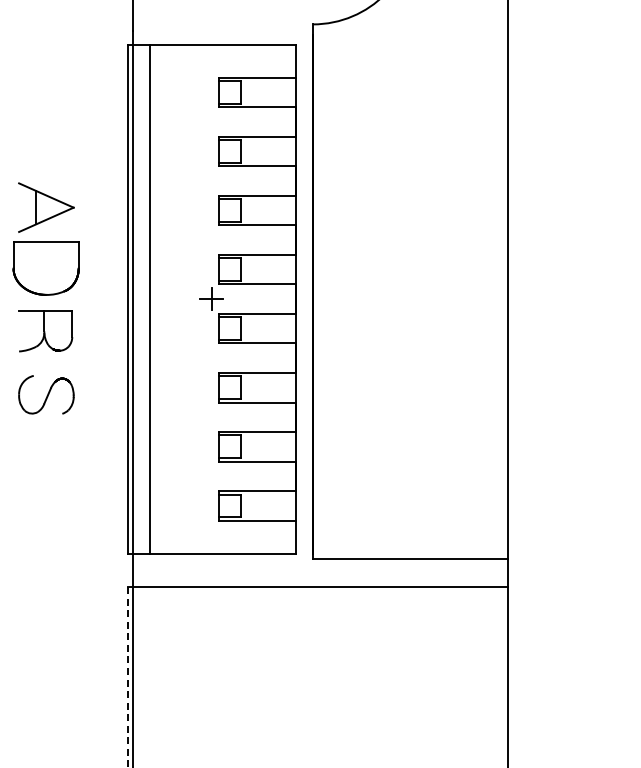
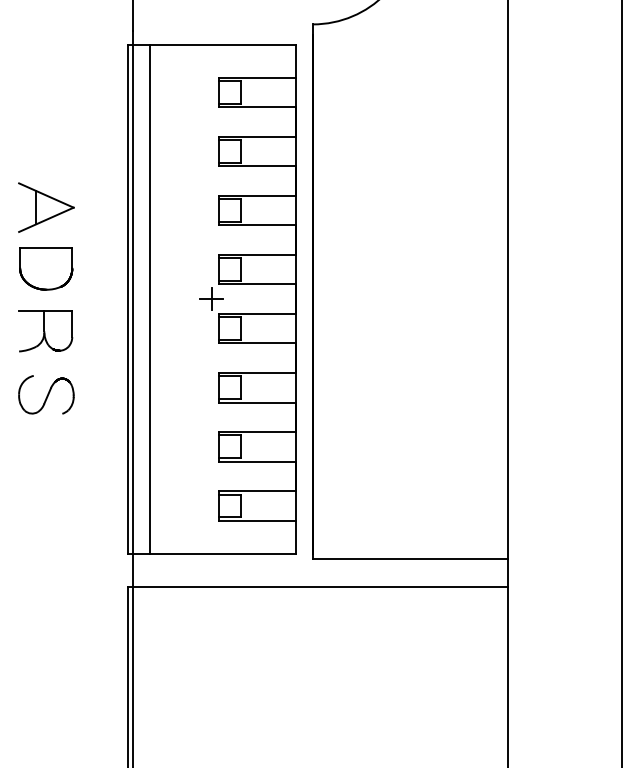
part at (45, 268) size: 68x55 px -> 55x44 px
line at (621, 383): none -> present
line at (127, 677): dashed -> solid
